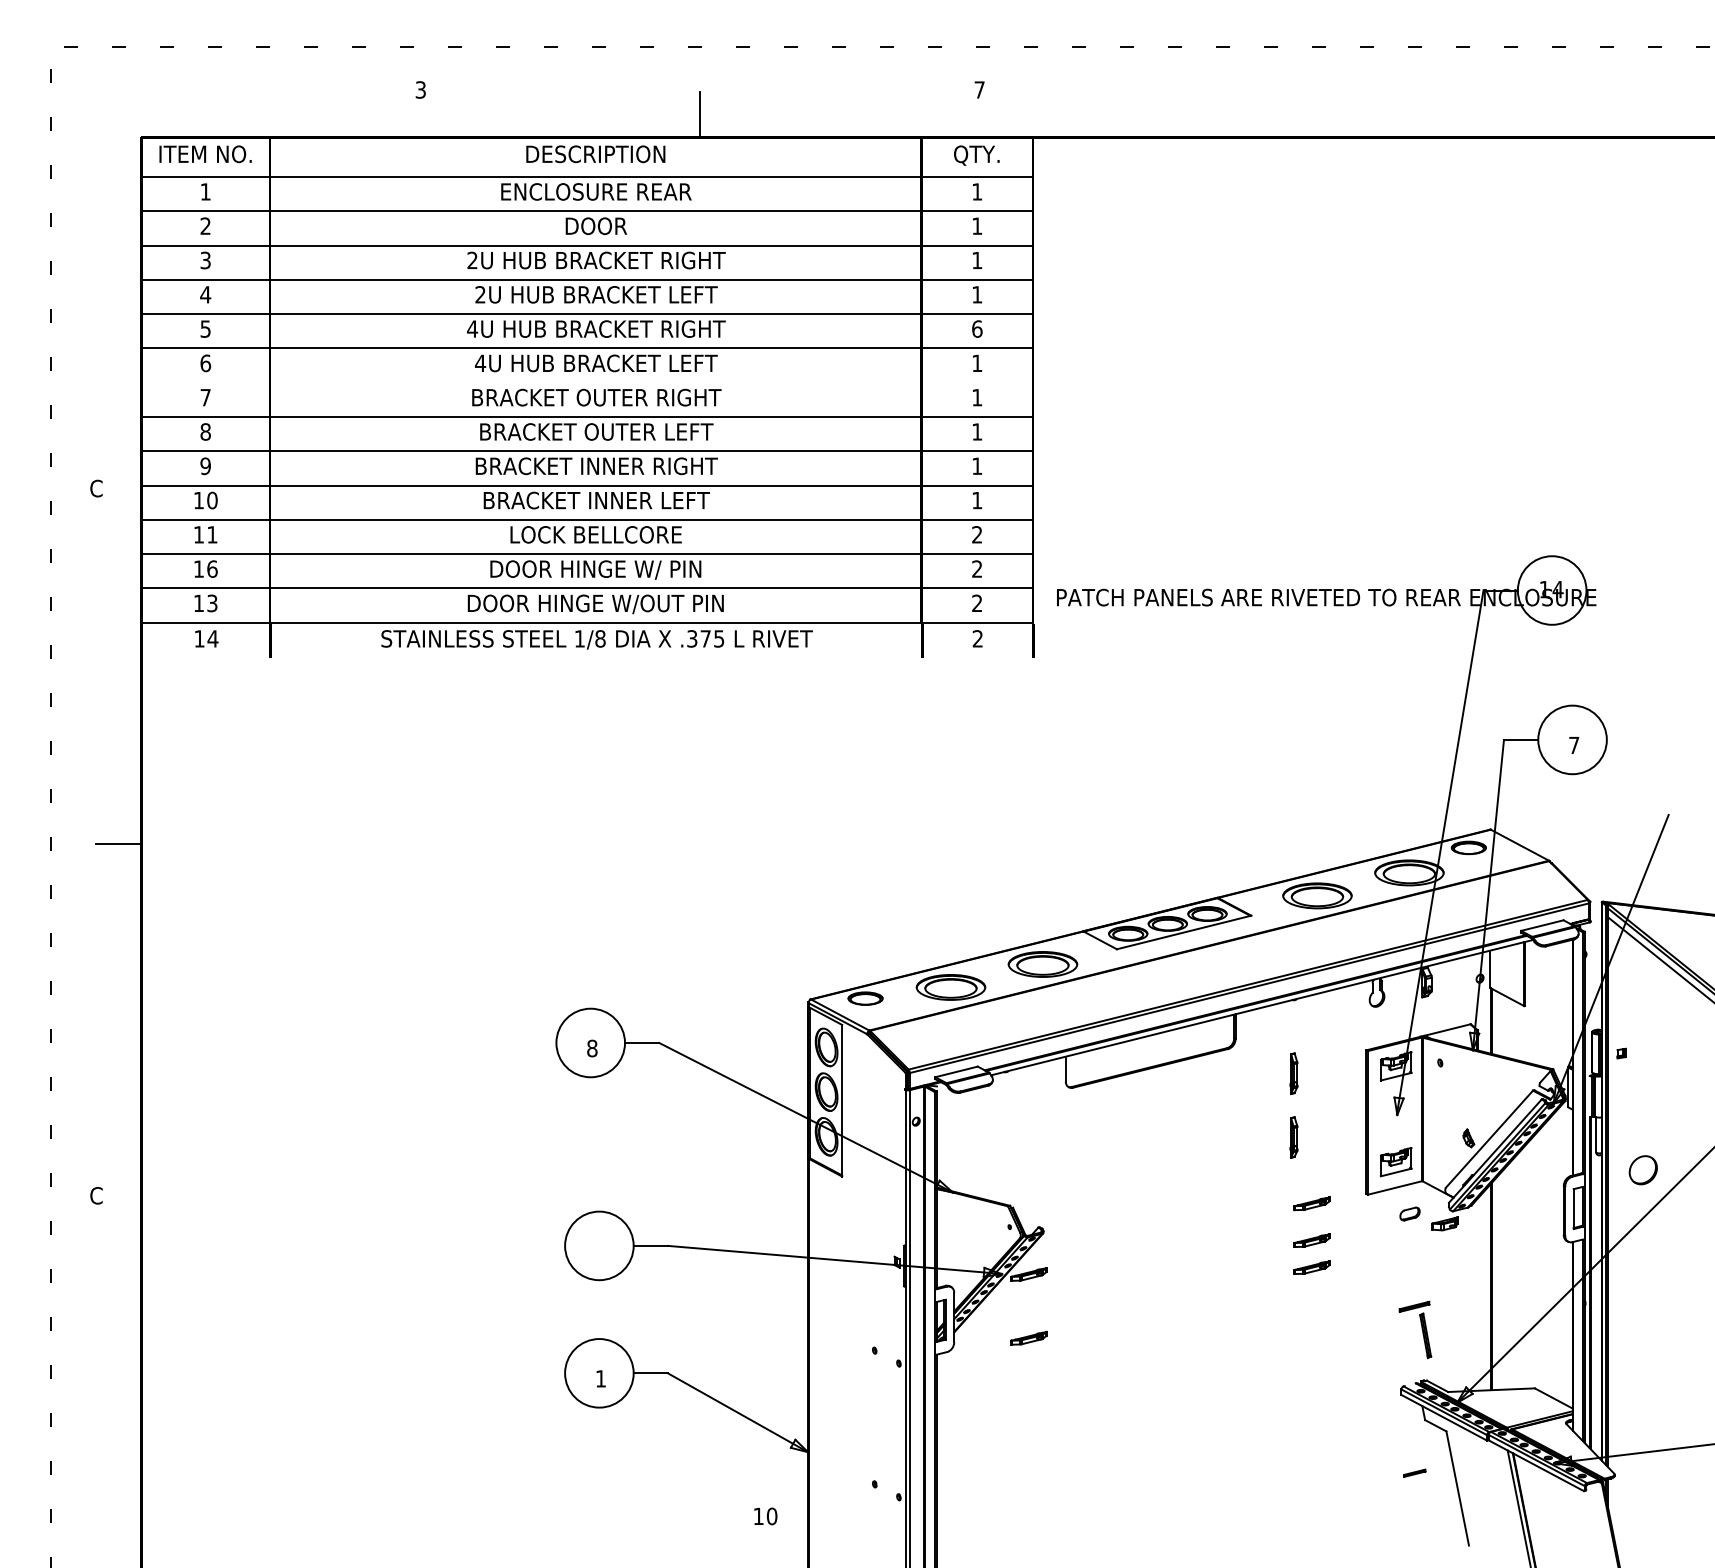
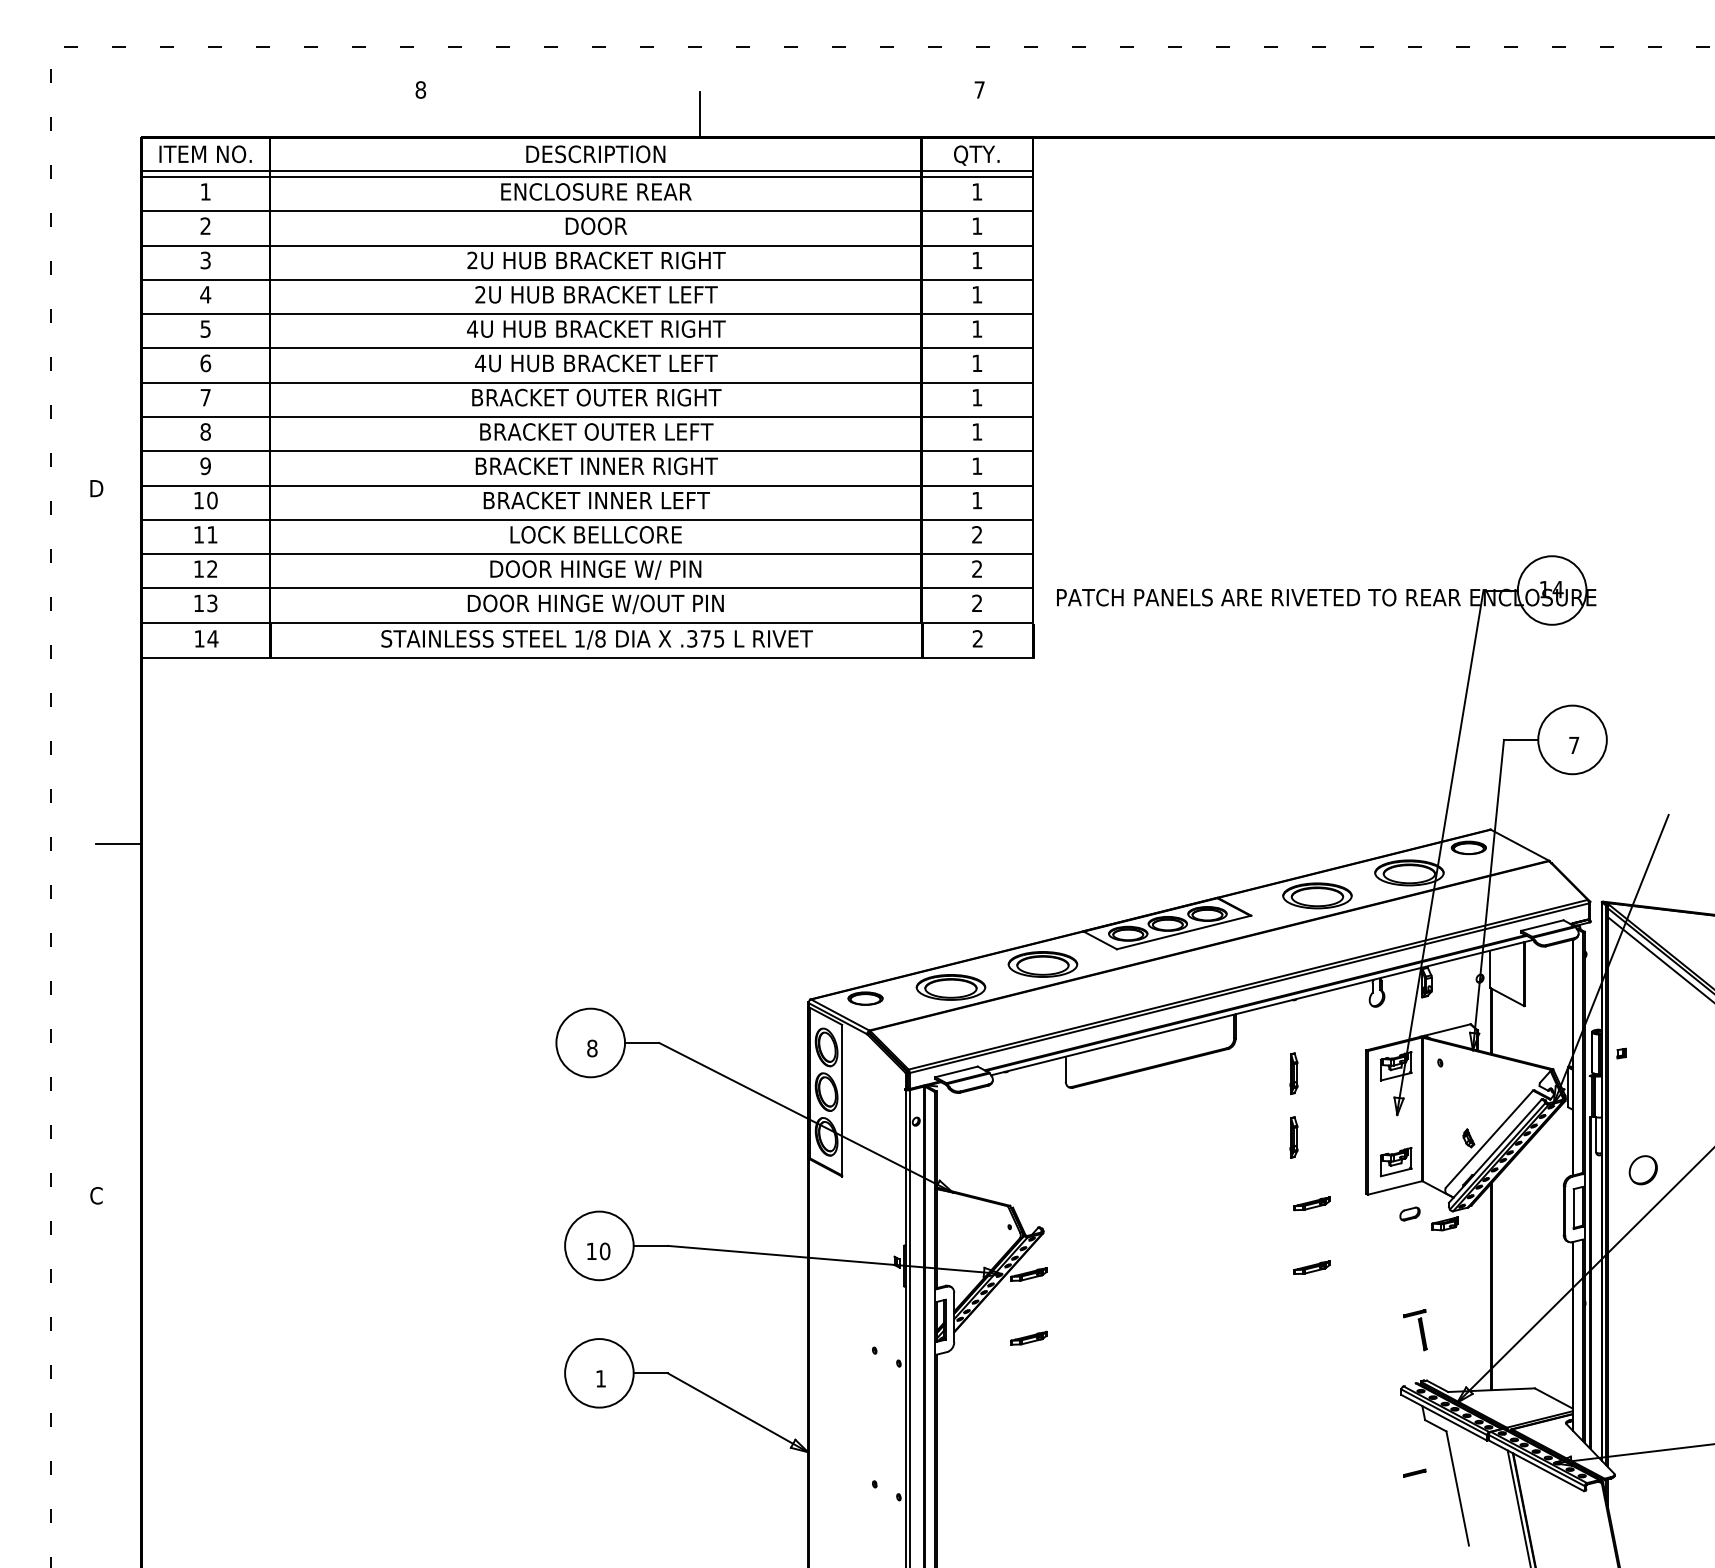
text at (420, 89): 3 -> 8
line at (587, 171): none -> present
text at (977, 328): 6 -> 1
line at (587, 382): none -> present
text at (96, 488): C -> D
text at (212, 568): 16 -> 12
line at (587, 658): none -> present
part at (1311, 1240): present -> none
part at (1415, 1329) size: 35x60 px -> 25x43 px
text at (765, 1516) position: (765, 1516) -> (598, 1251)
